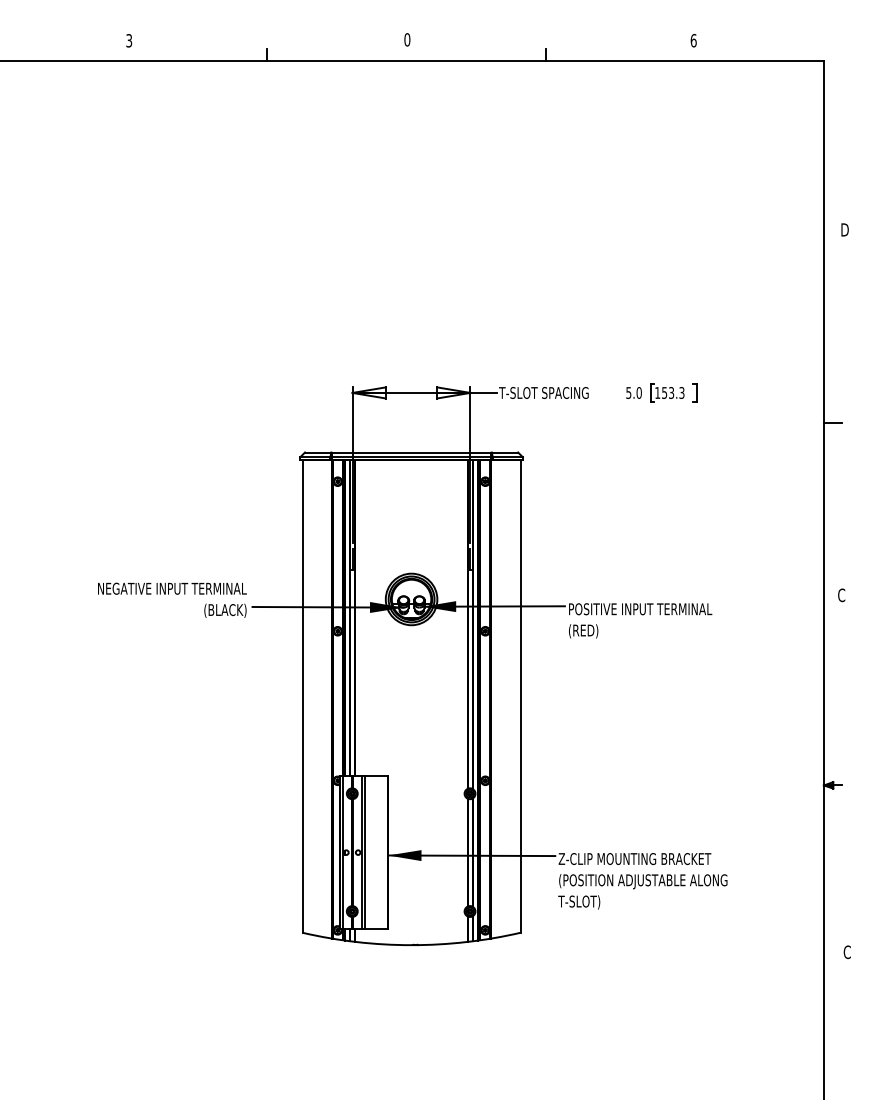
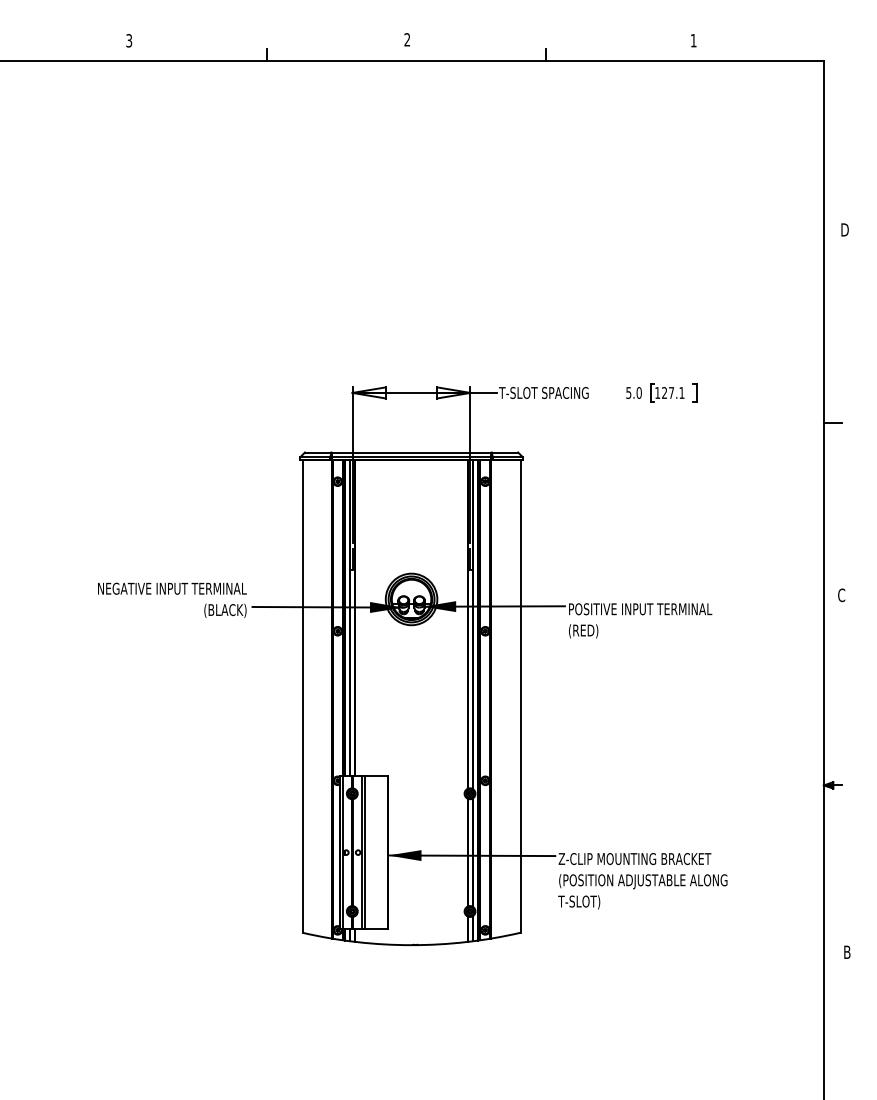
text at (407, 39): 0 -> 2
text at (693, 40): 6 -> 1
text at (673, 392): 153.3 -> 127.1
text at (846, 952): C -> B
